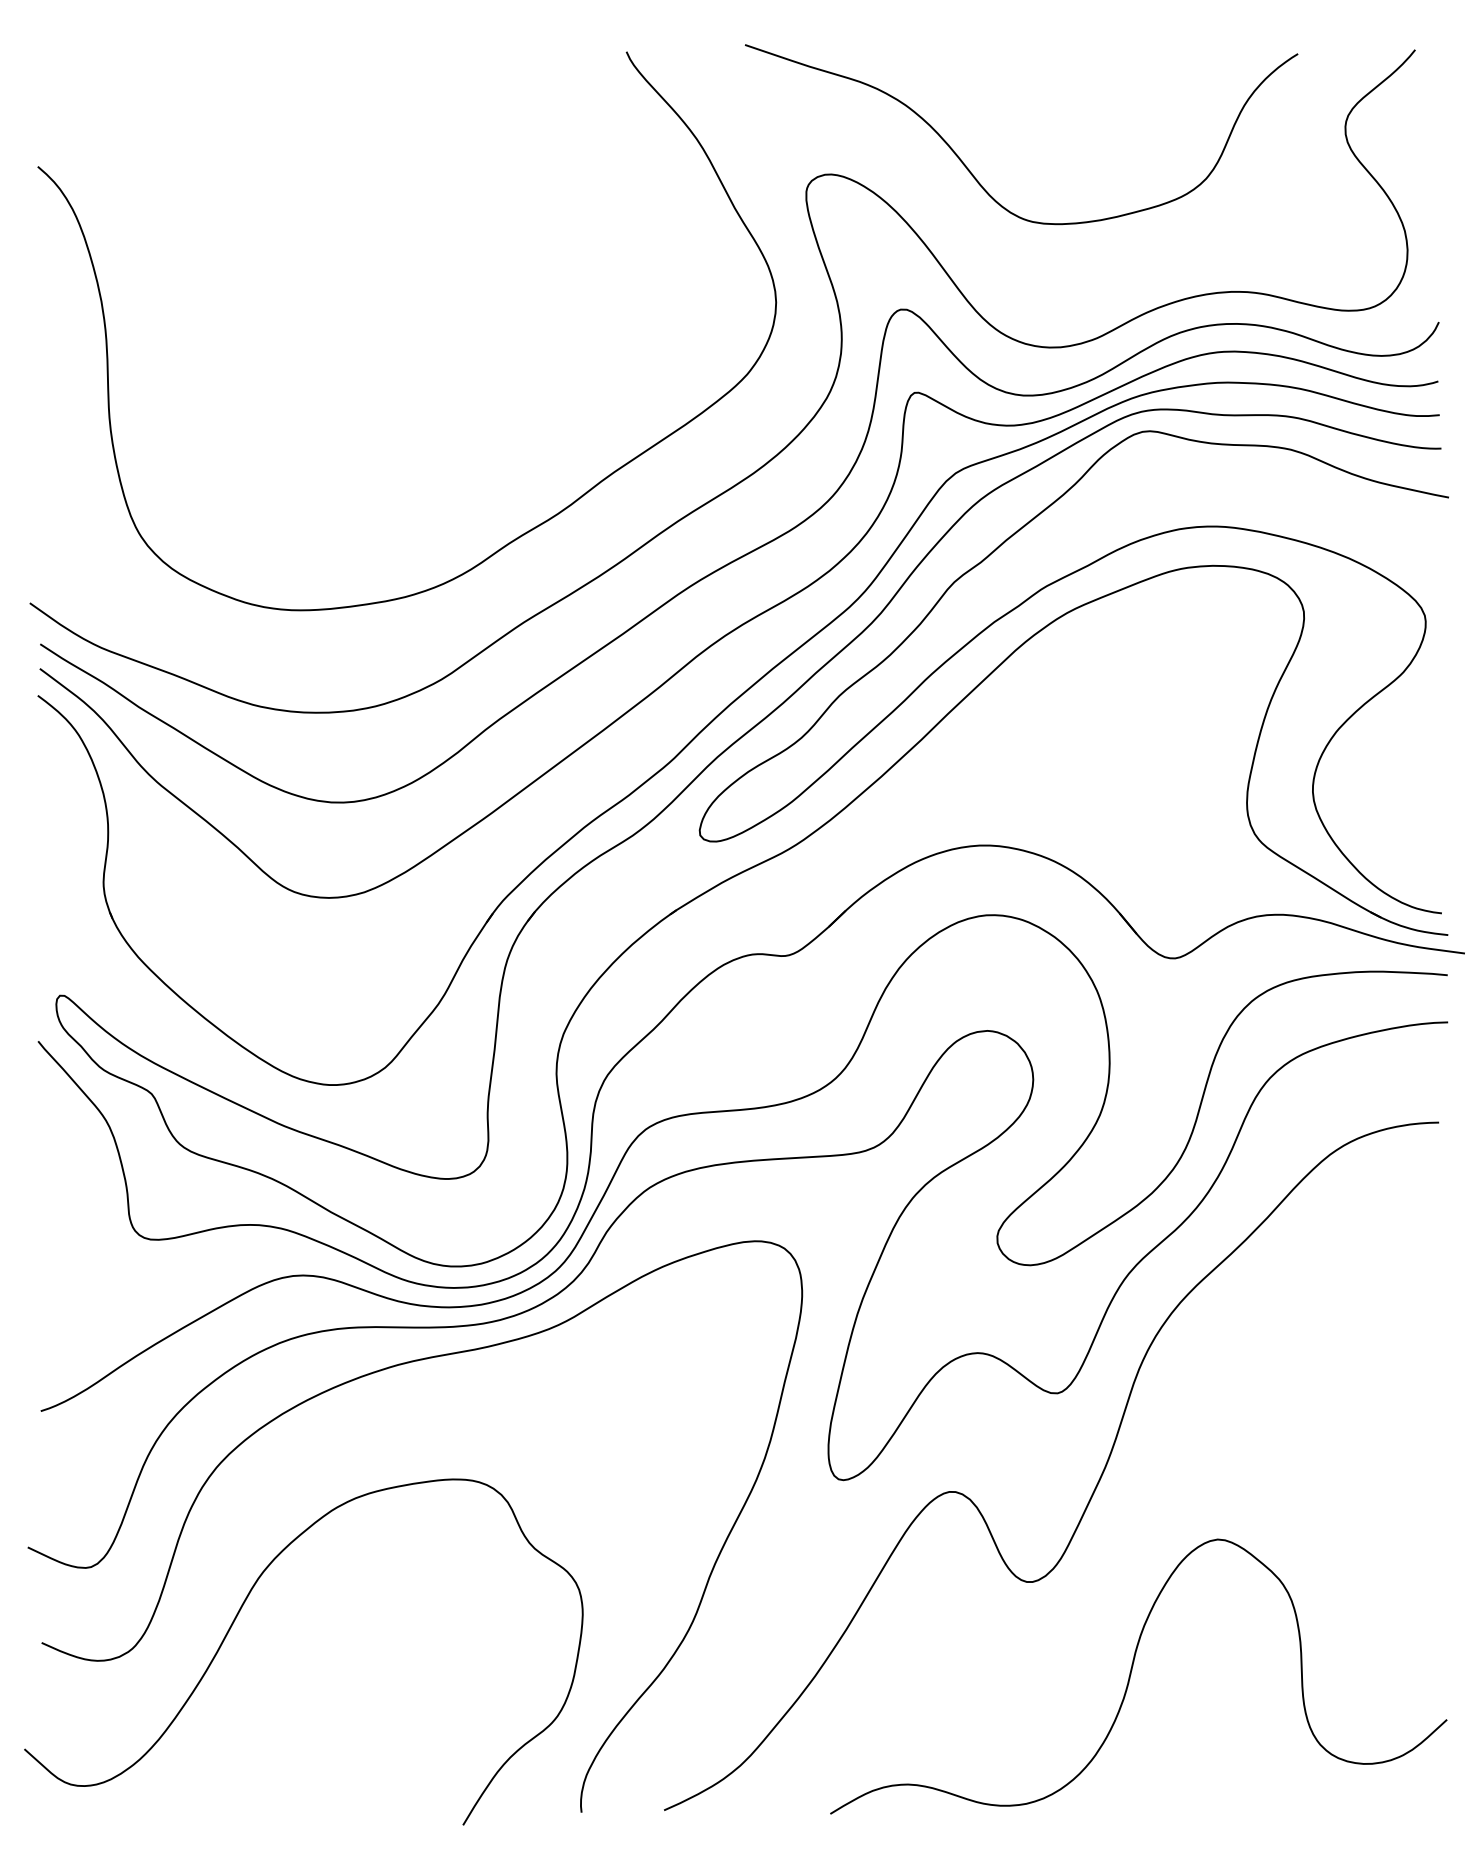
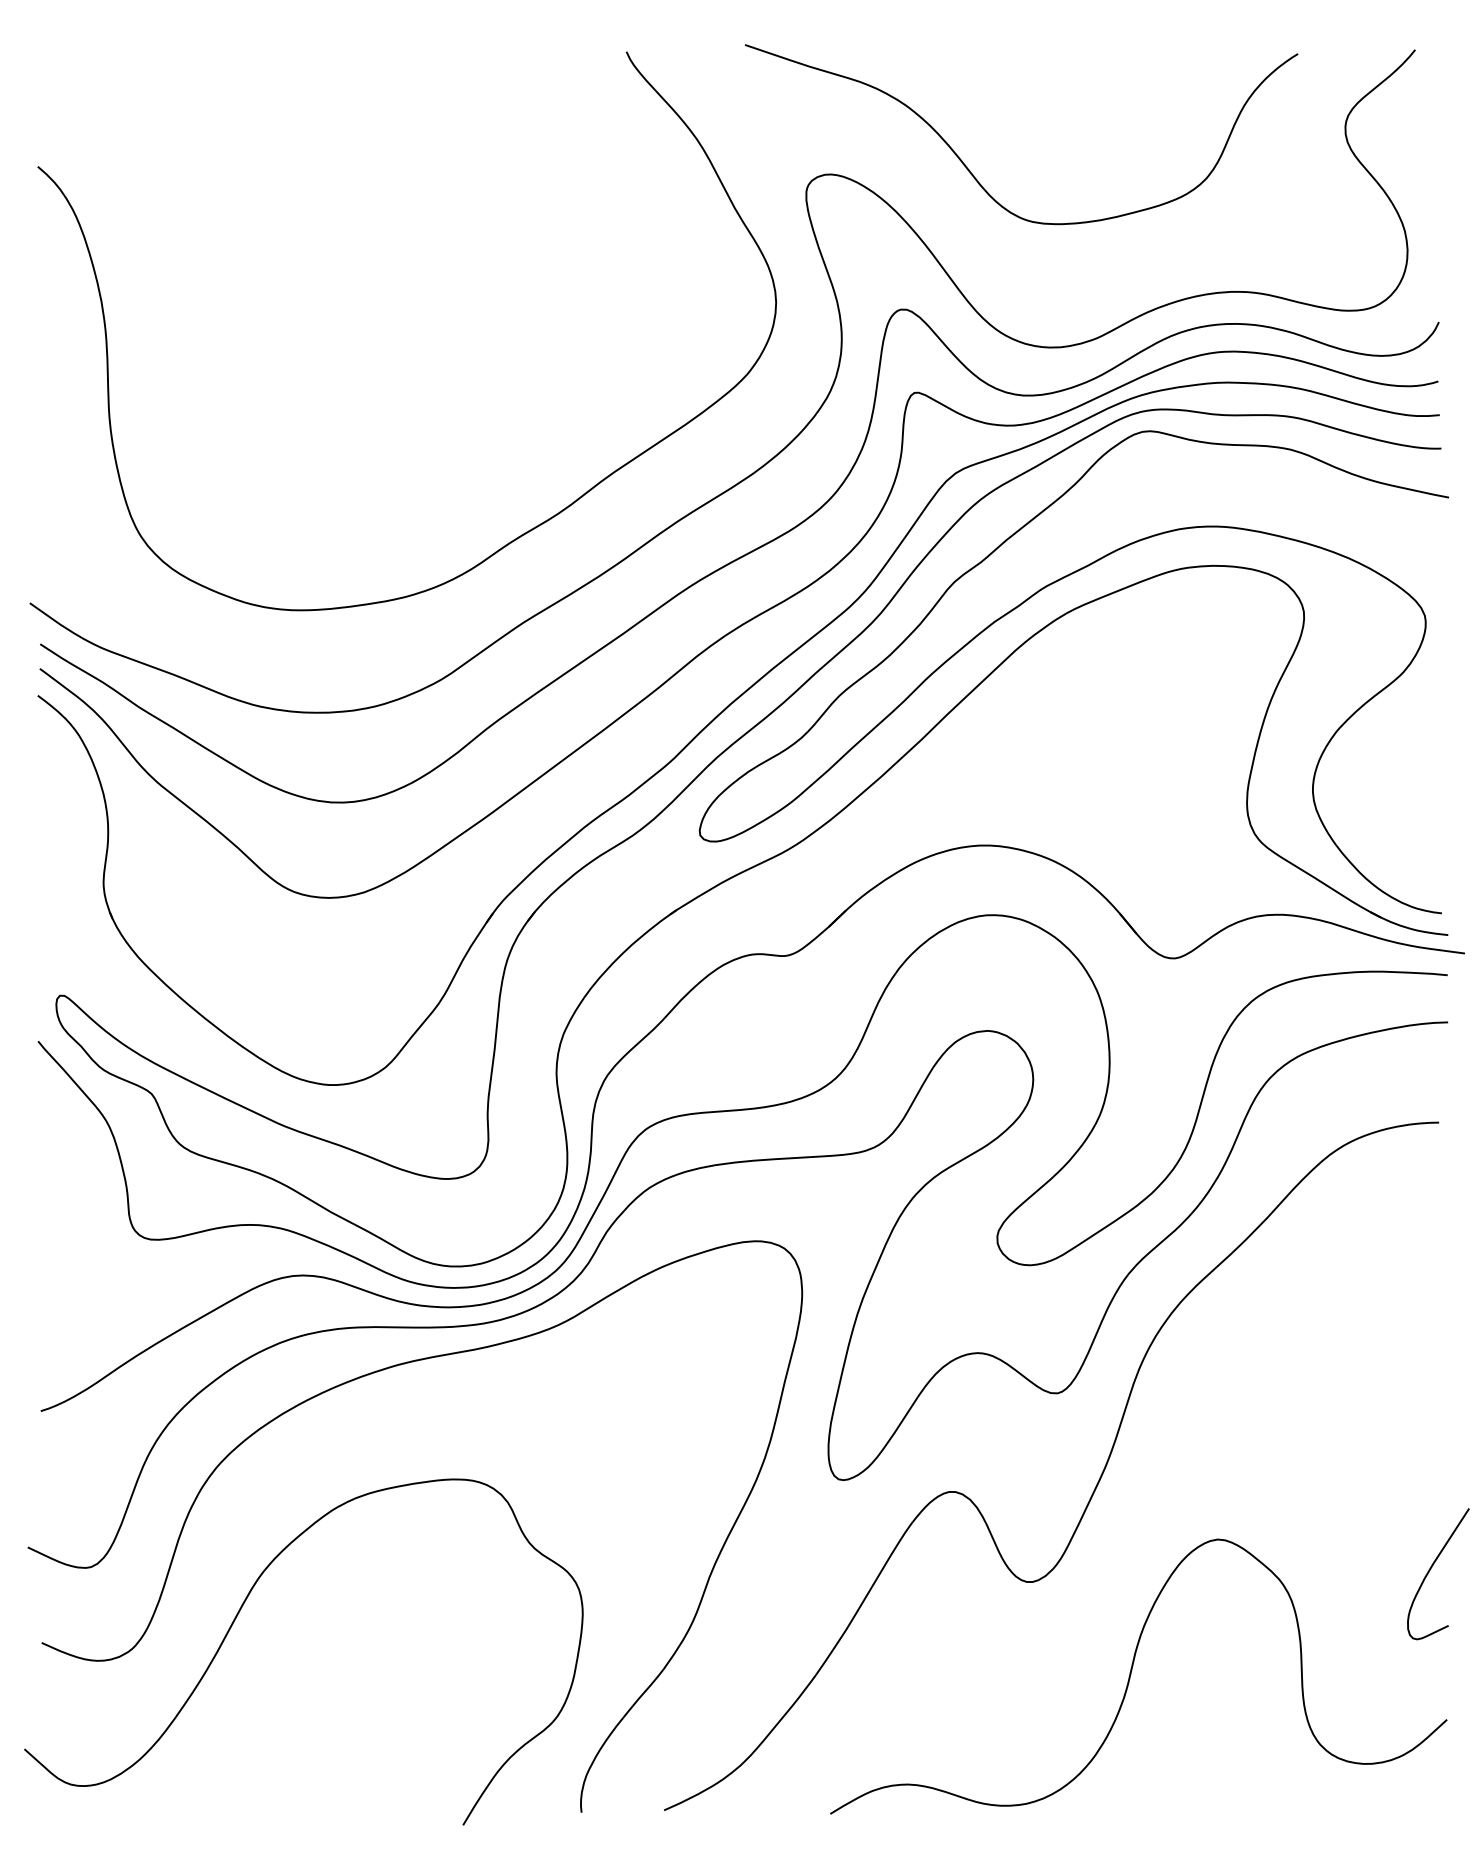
curve at (1431, 1569): none -> present
